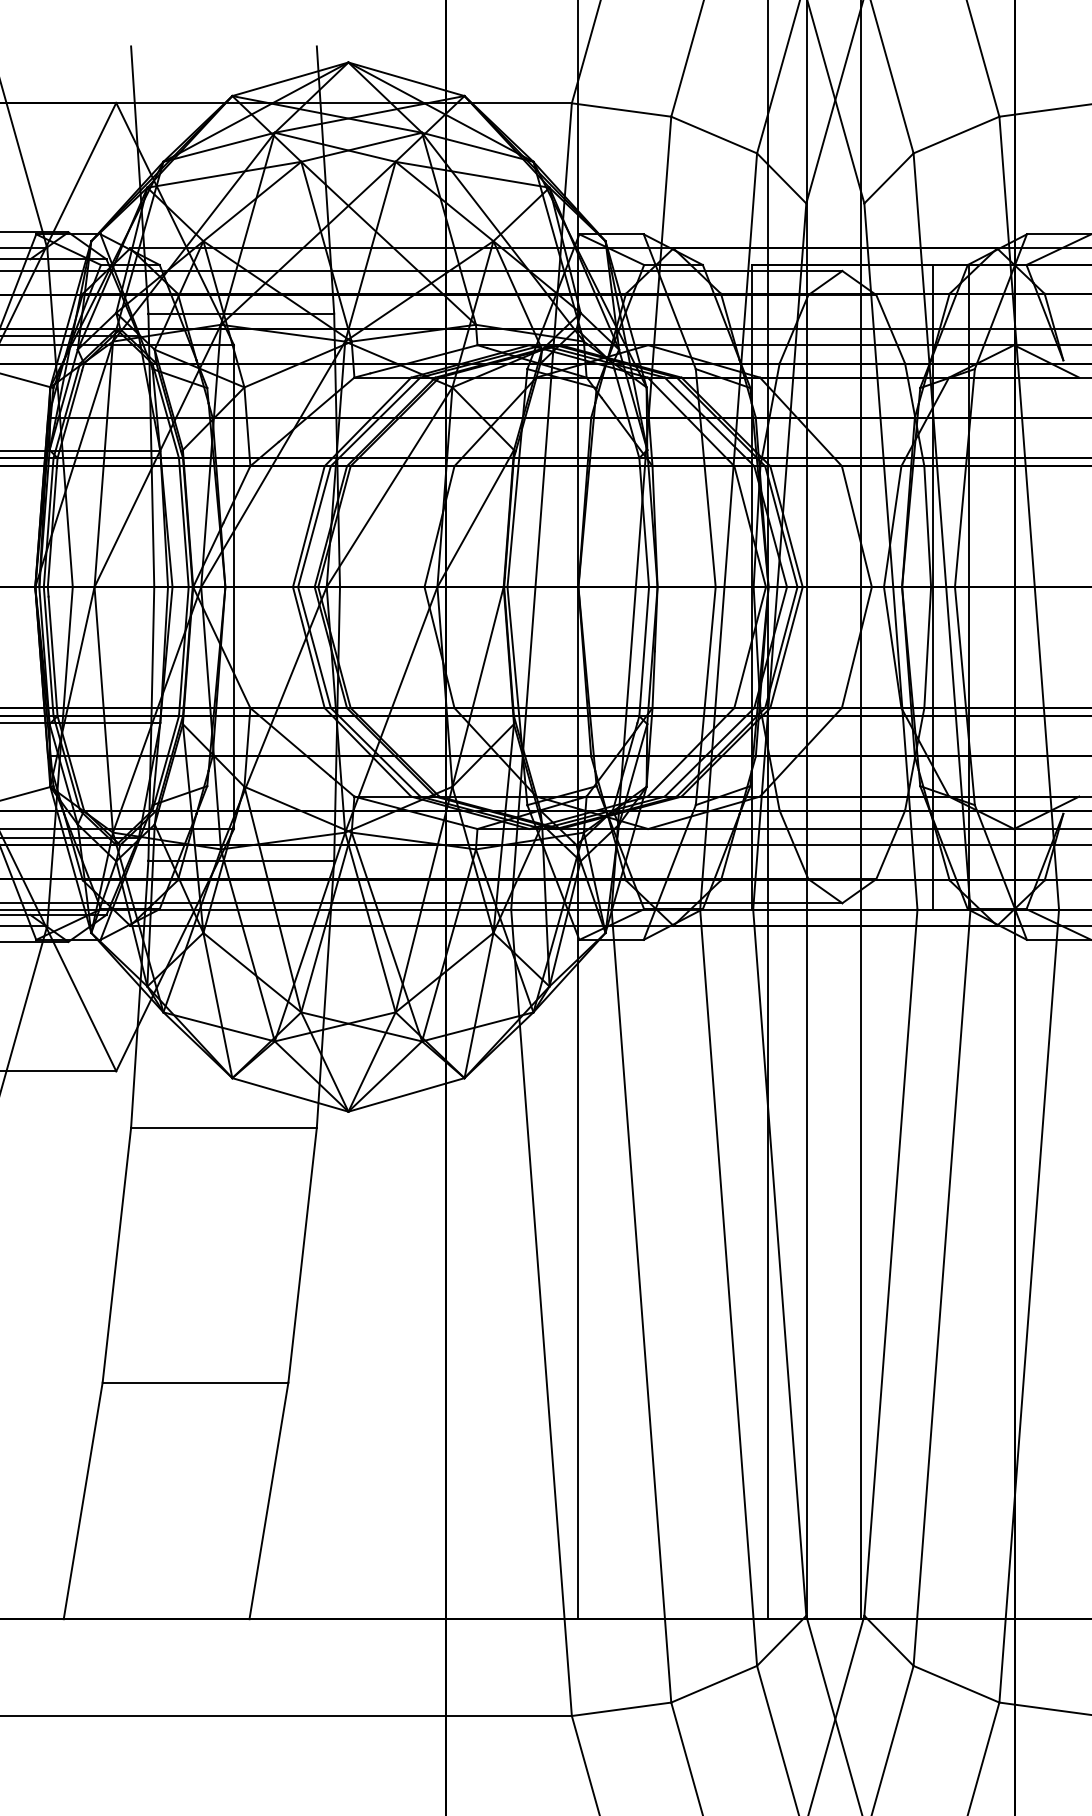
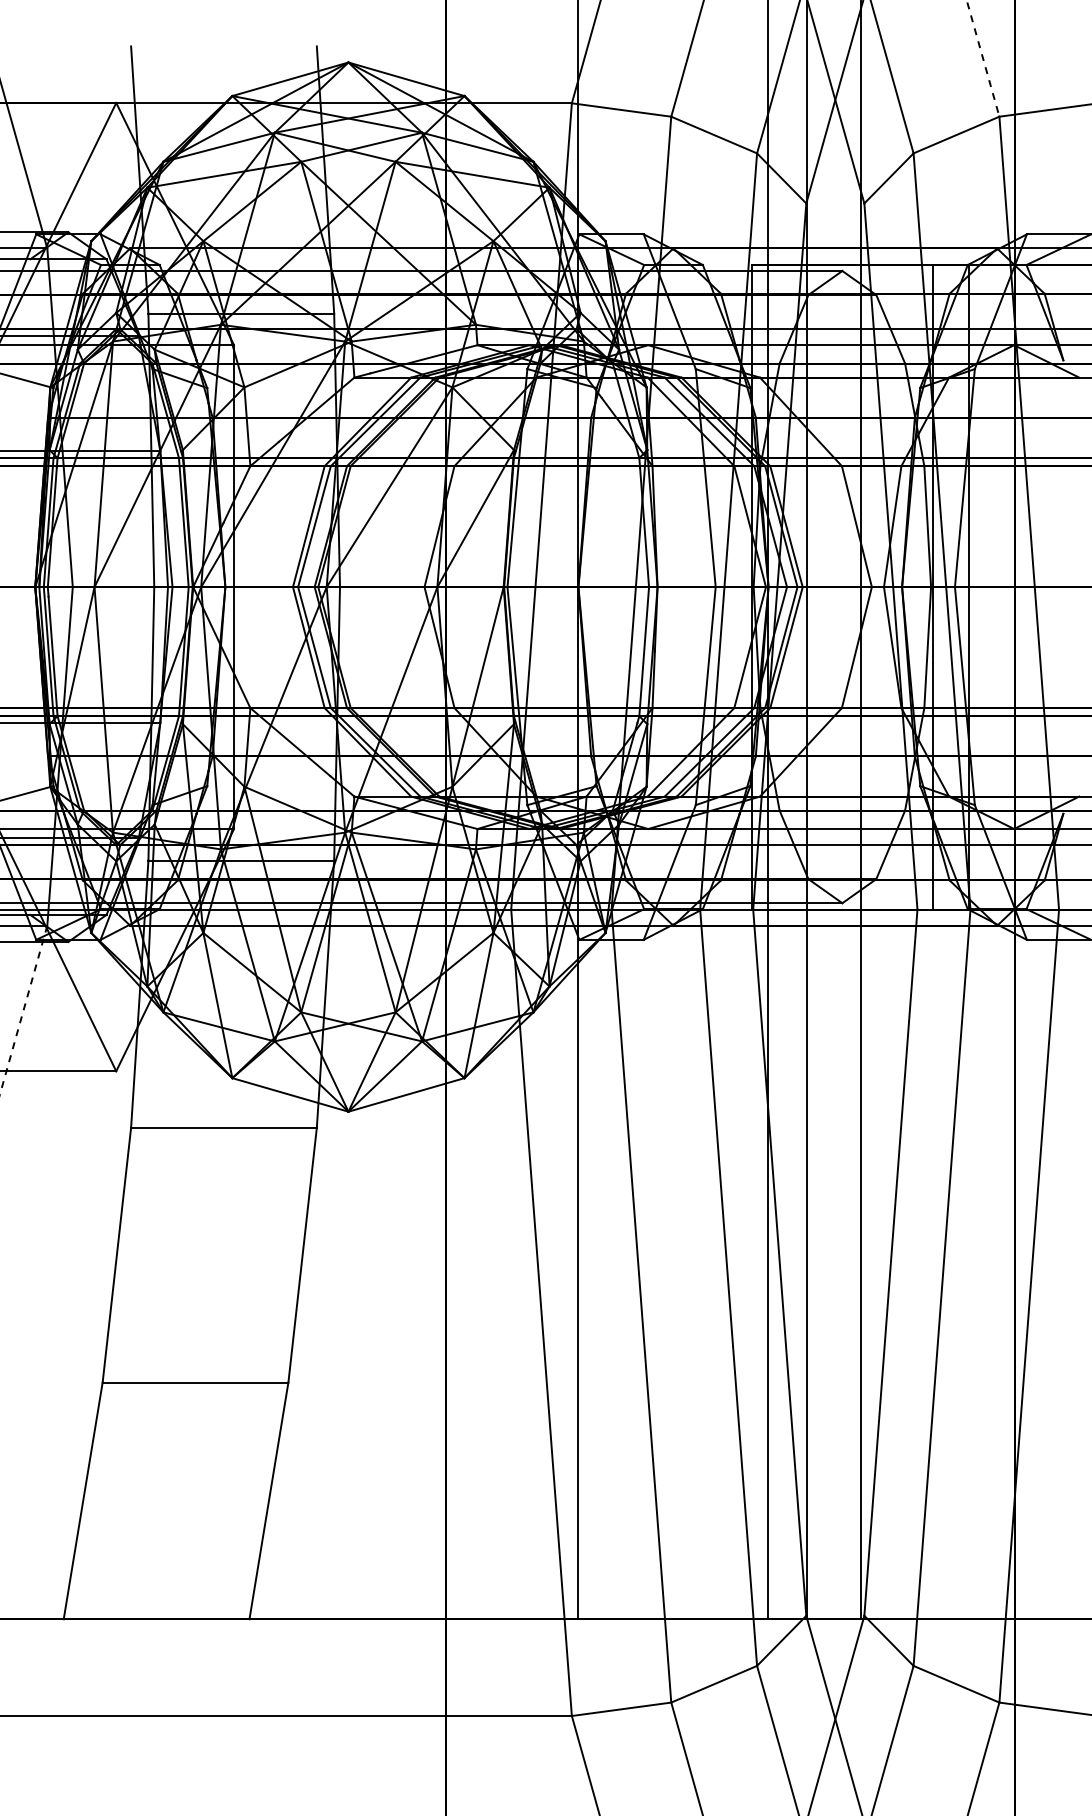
line at (983, 58): solid -> dashed
line at (23, 1010): solid -> dashed
